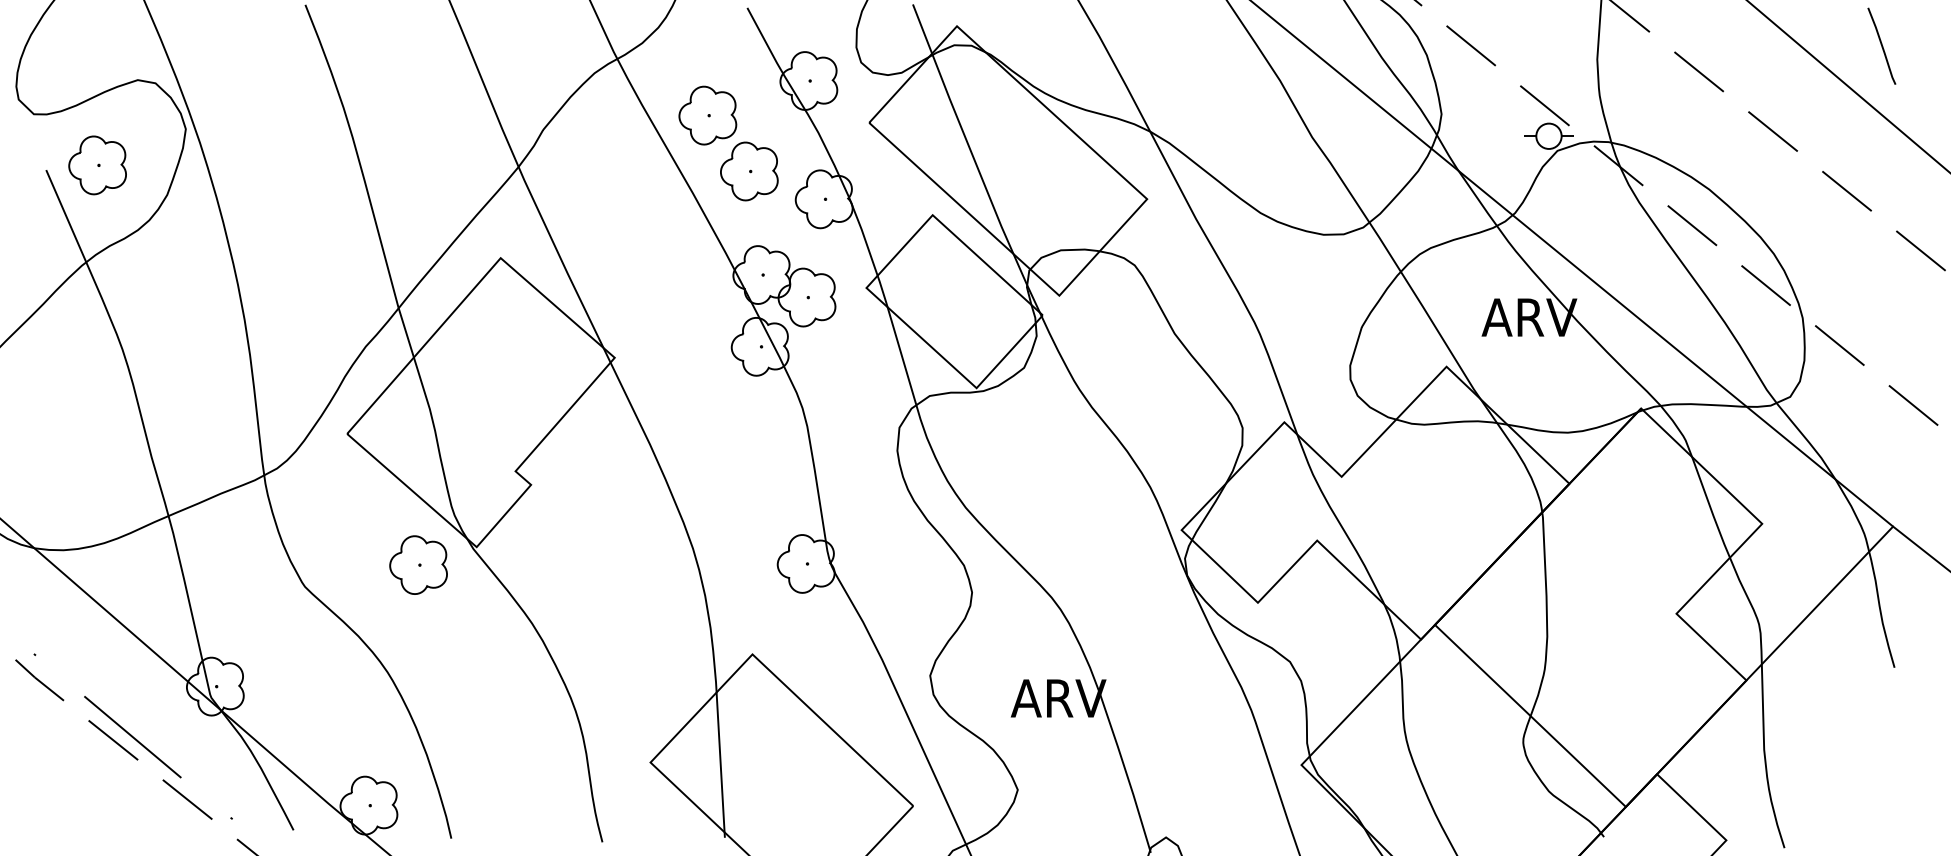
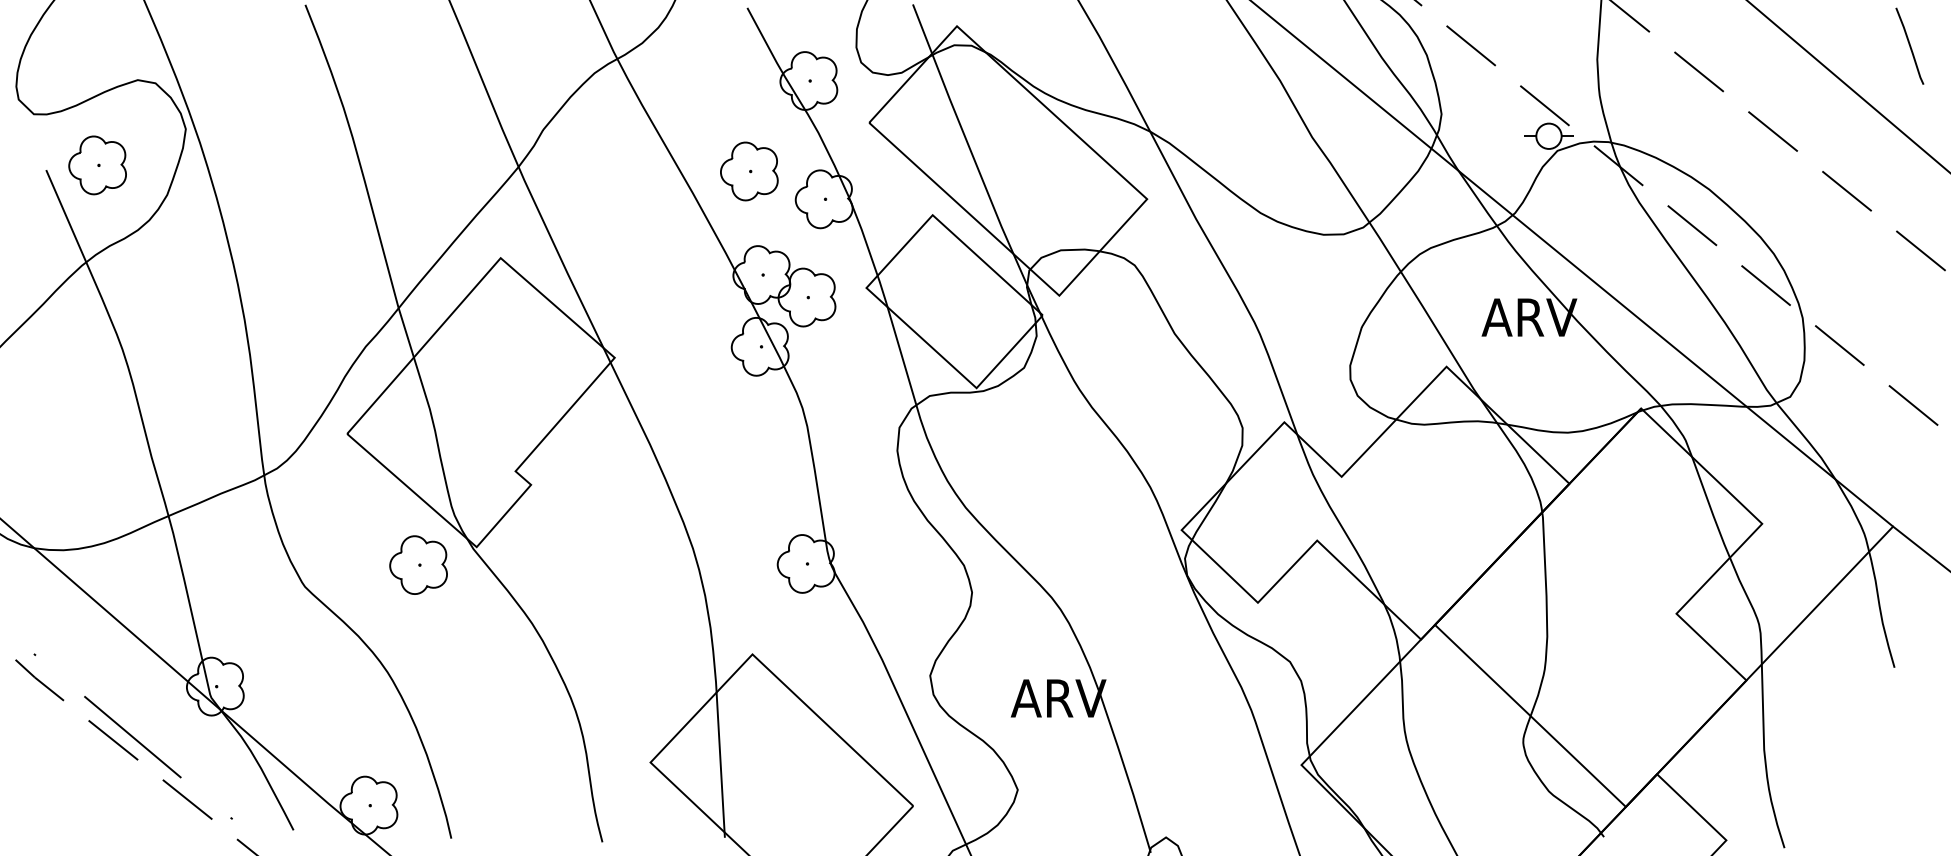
line at (1881, 45) position: (1881, 45) -> (1909, 45)
part at (707, 115): present -> none
